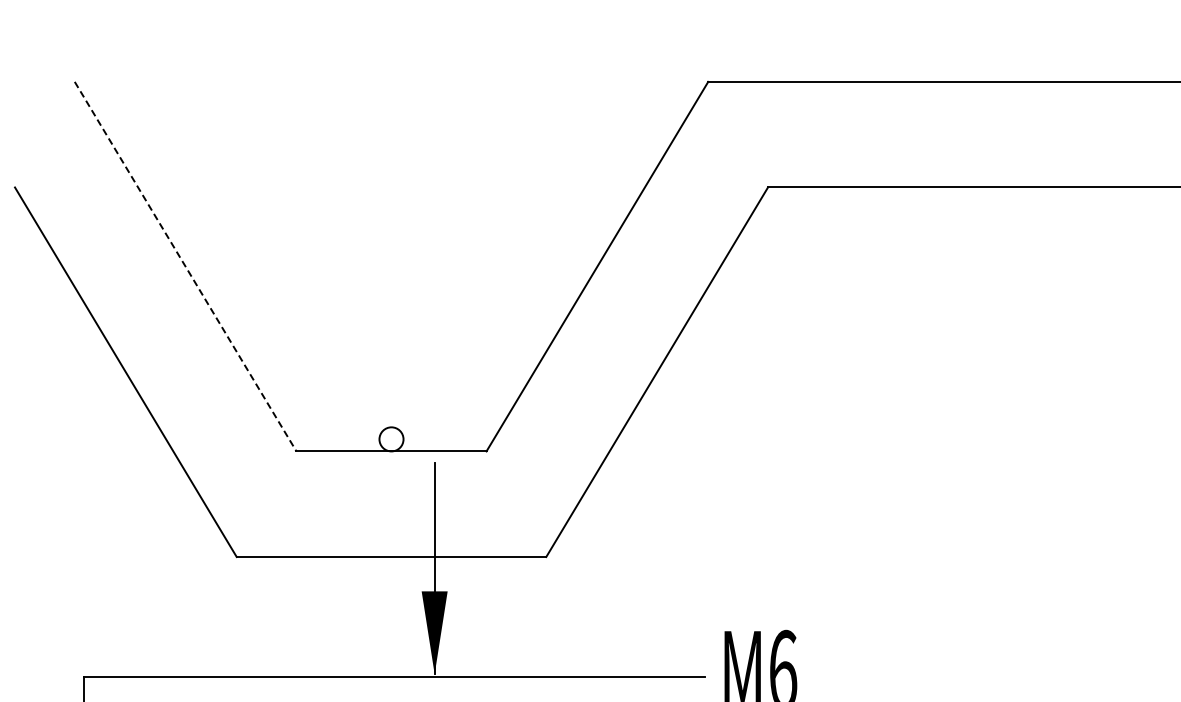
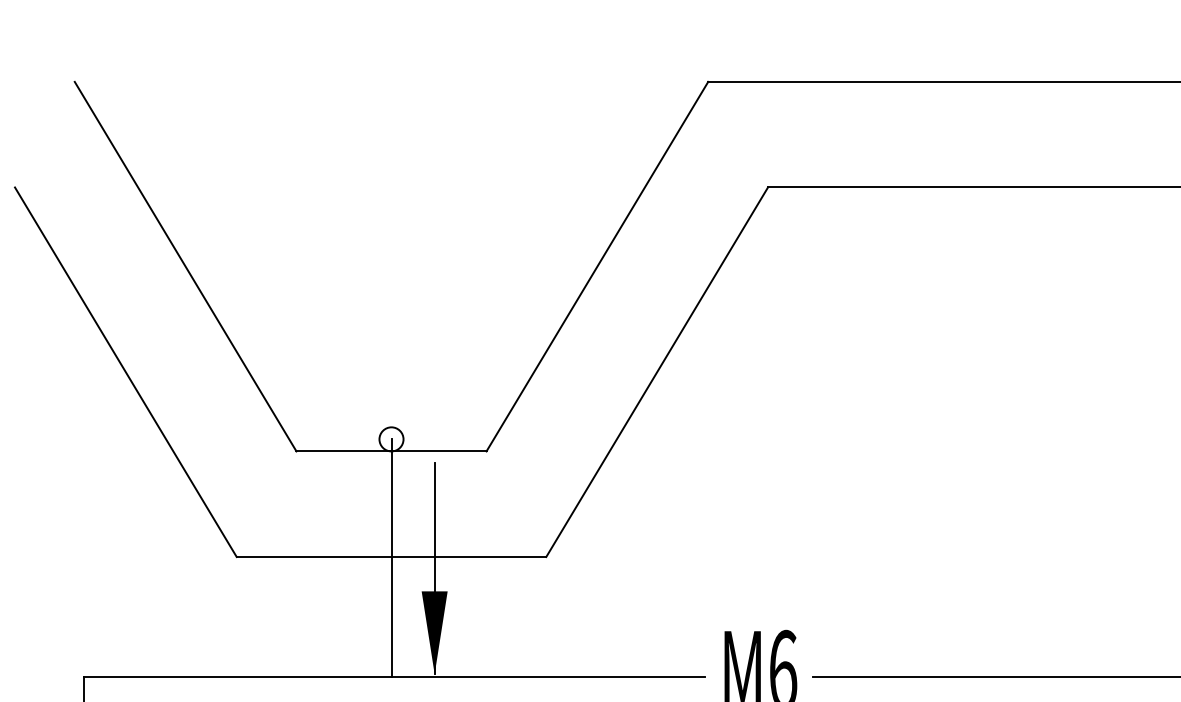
line at (185, 267): dashed -> solid
line at (391, 557): none -> present
line at (995, 676): none -> present
